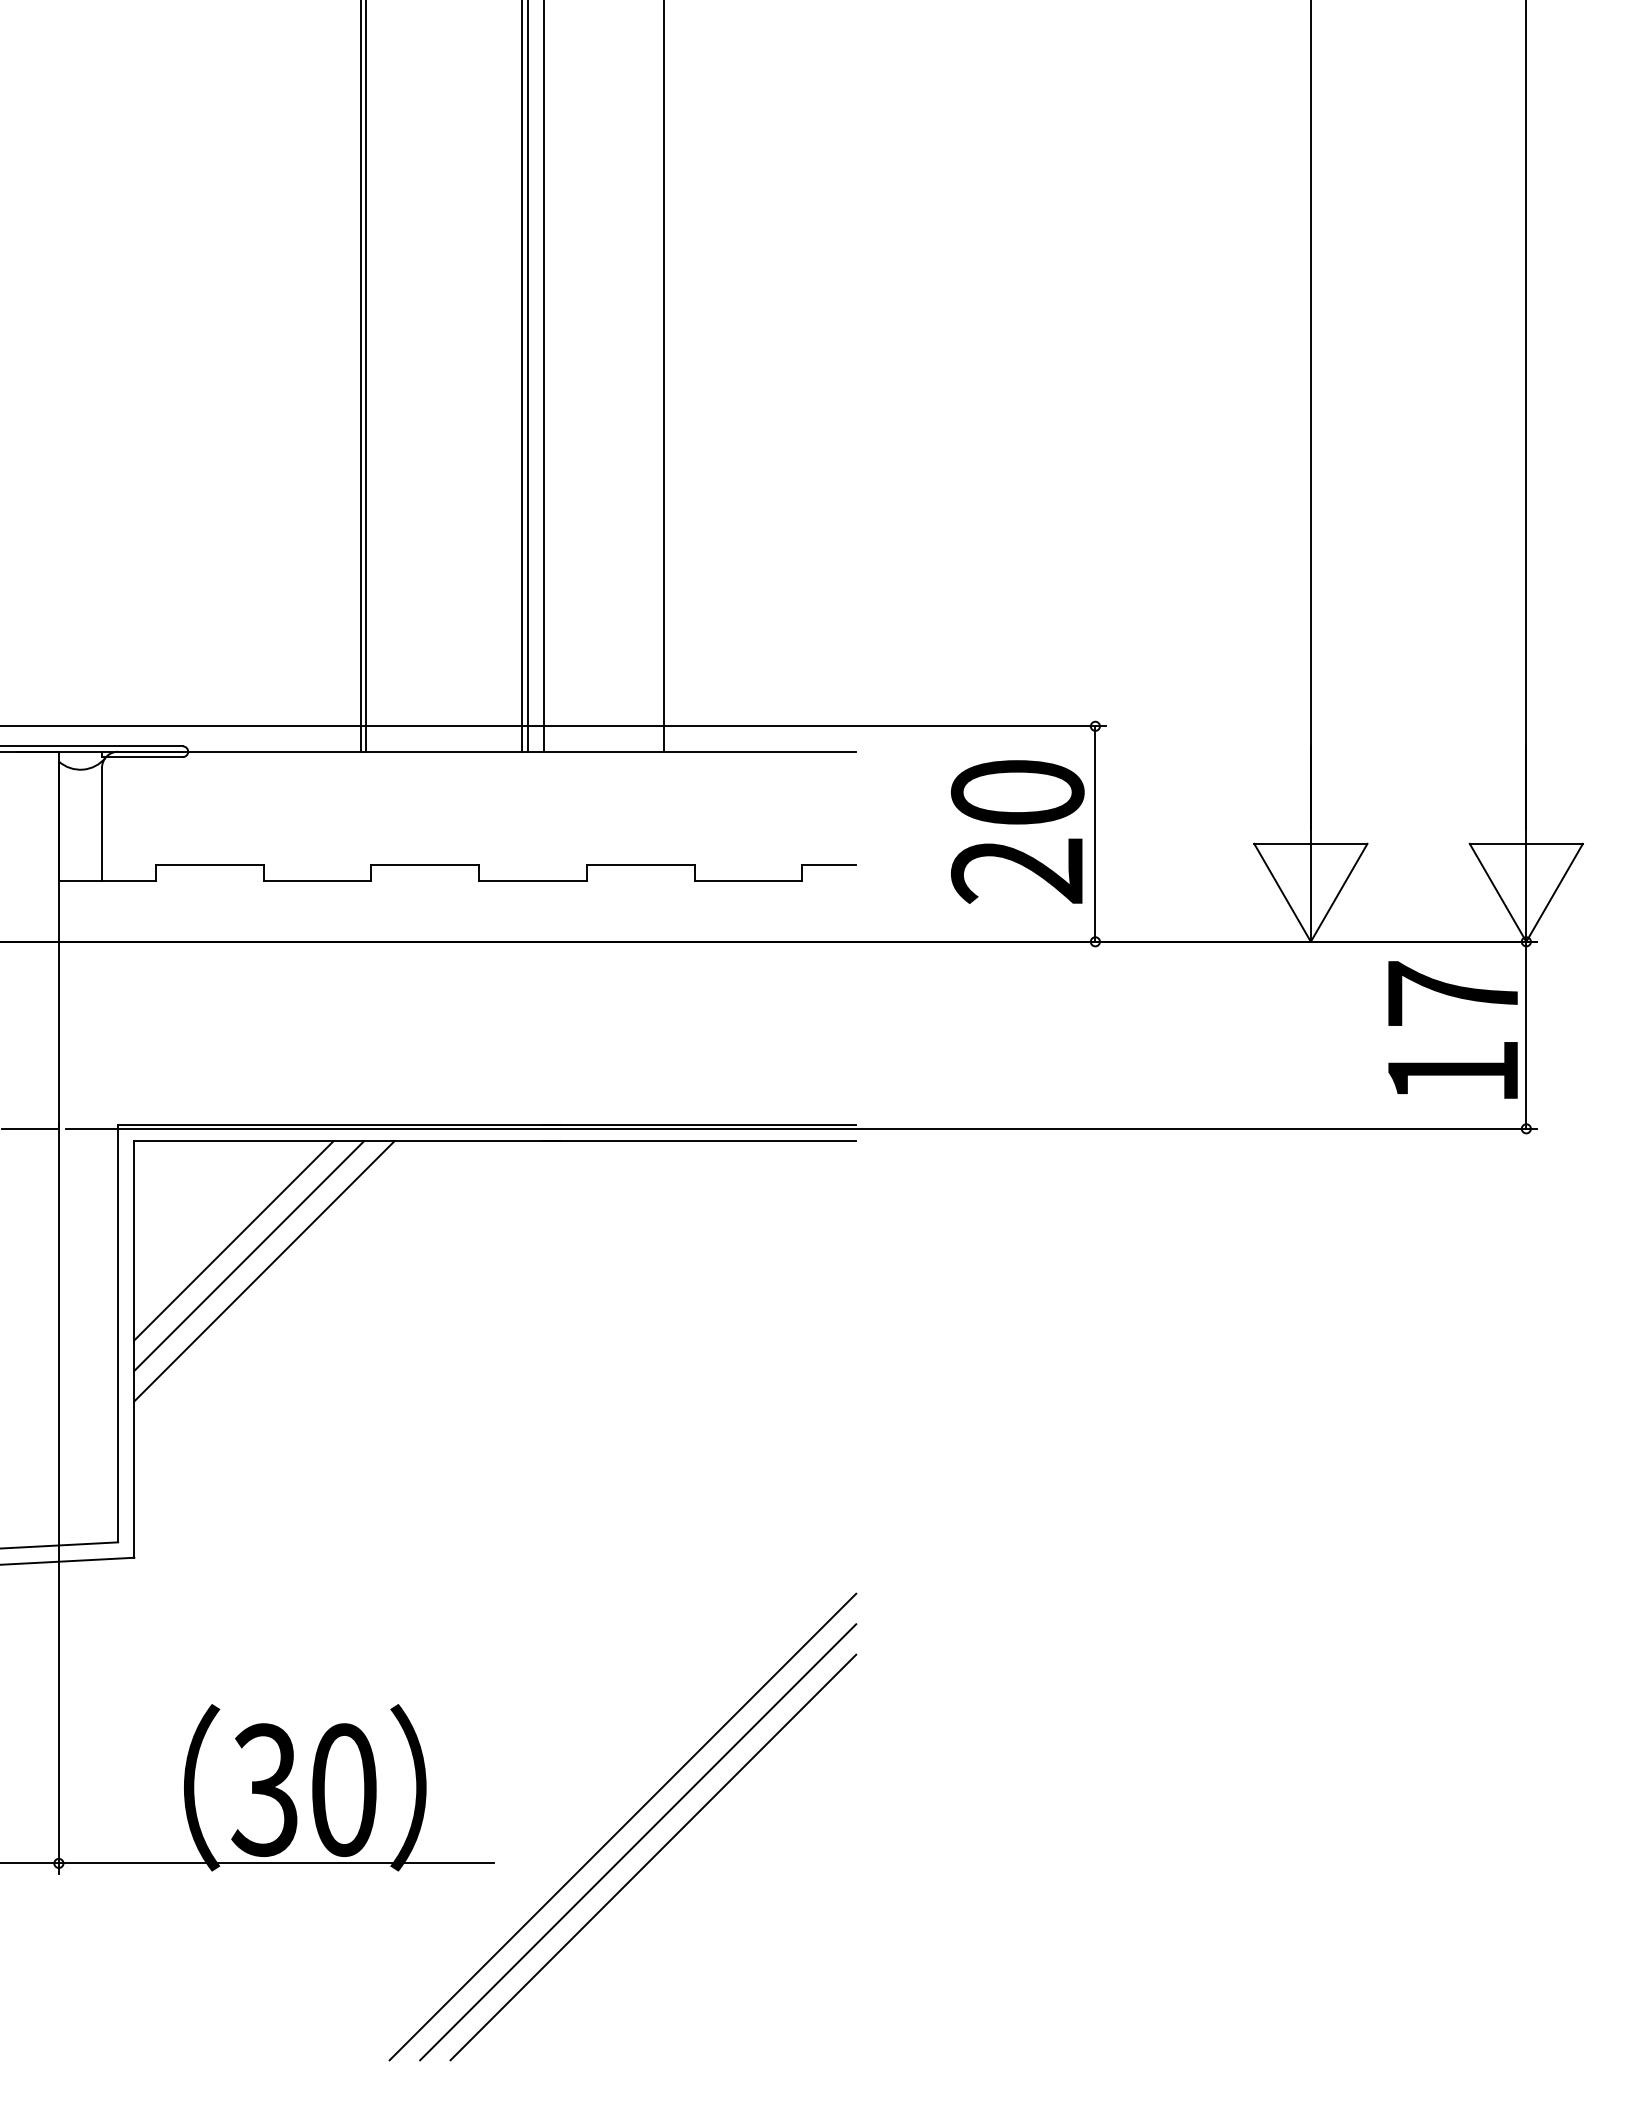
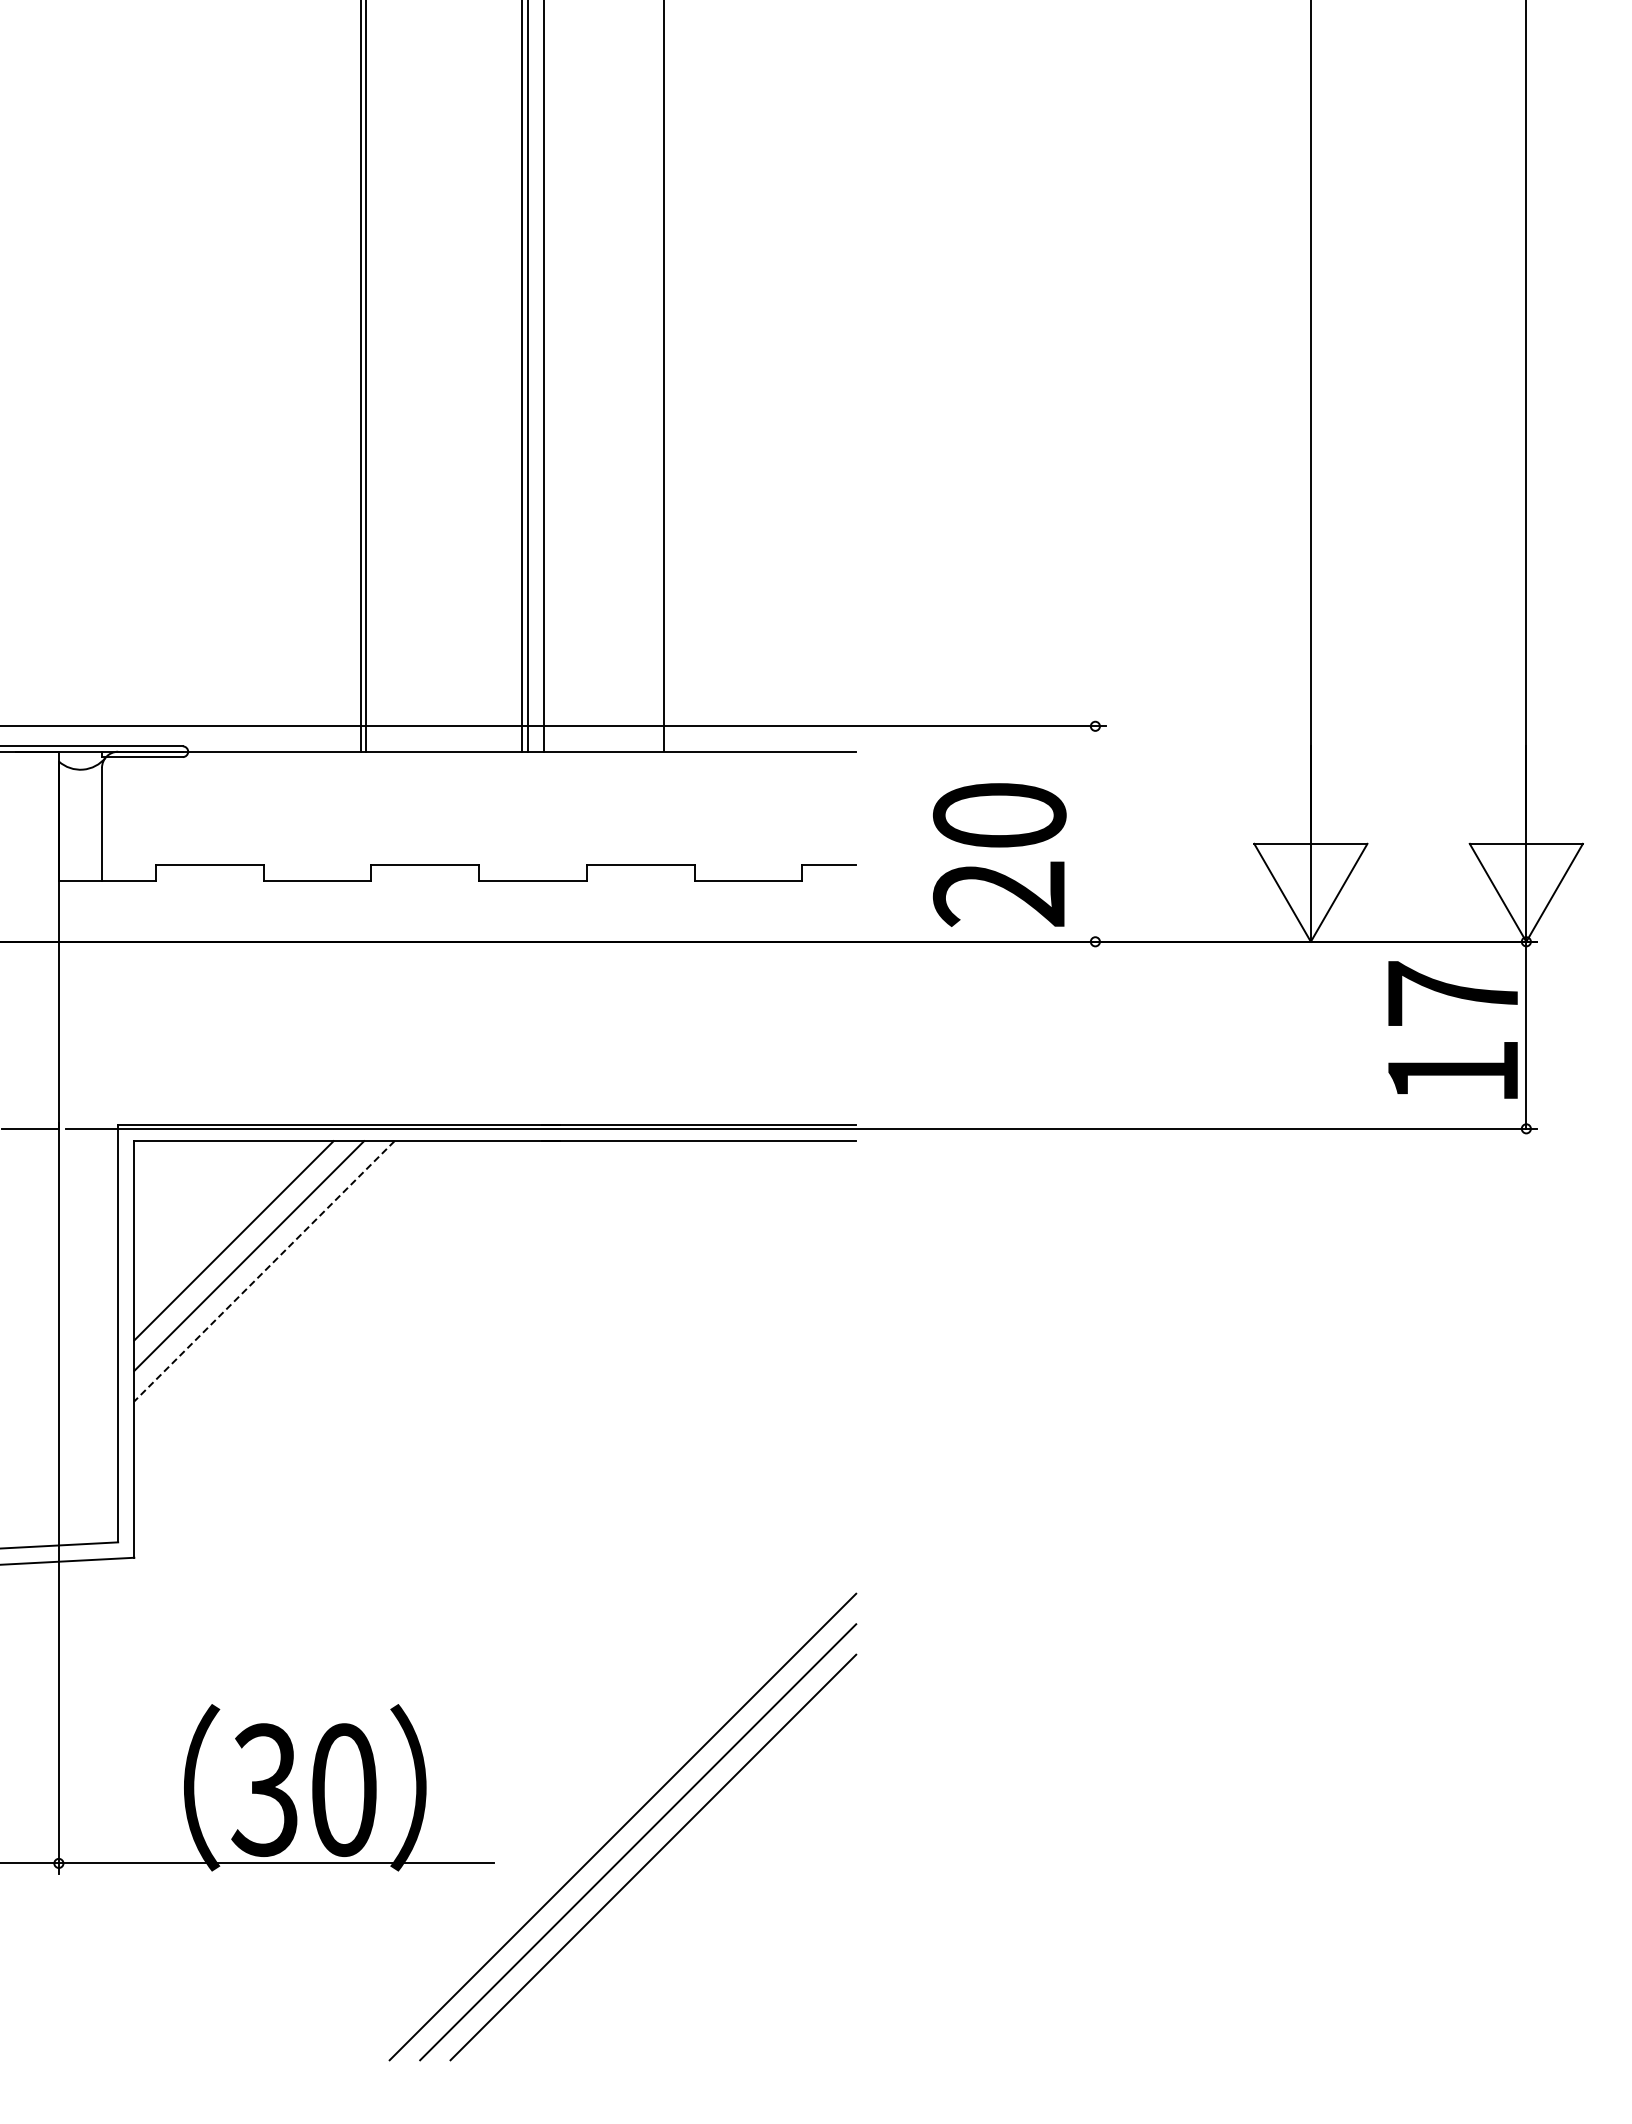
text at (1017, 831) position: (1017, 831) -> (999, 854)
line at (1095, 833): present -> none
line at (264, 1271): solid -> dashed
